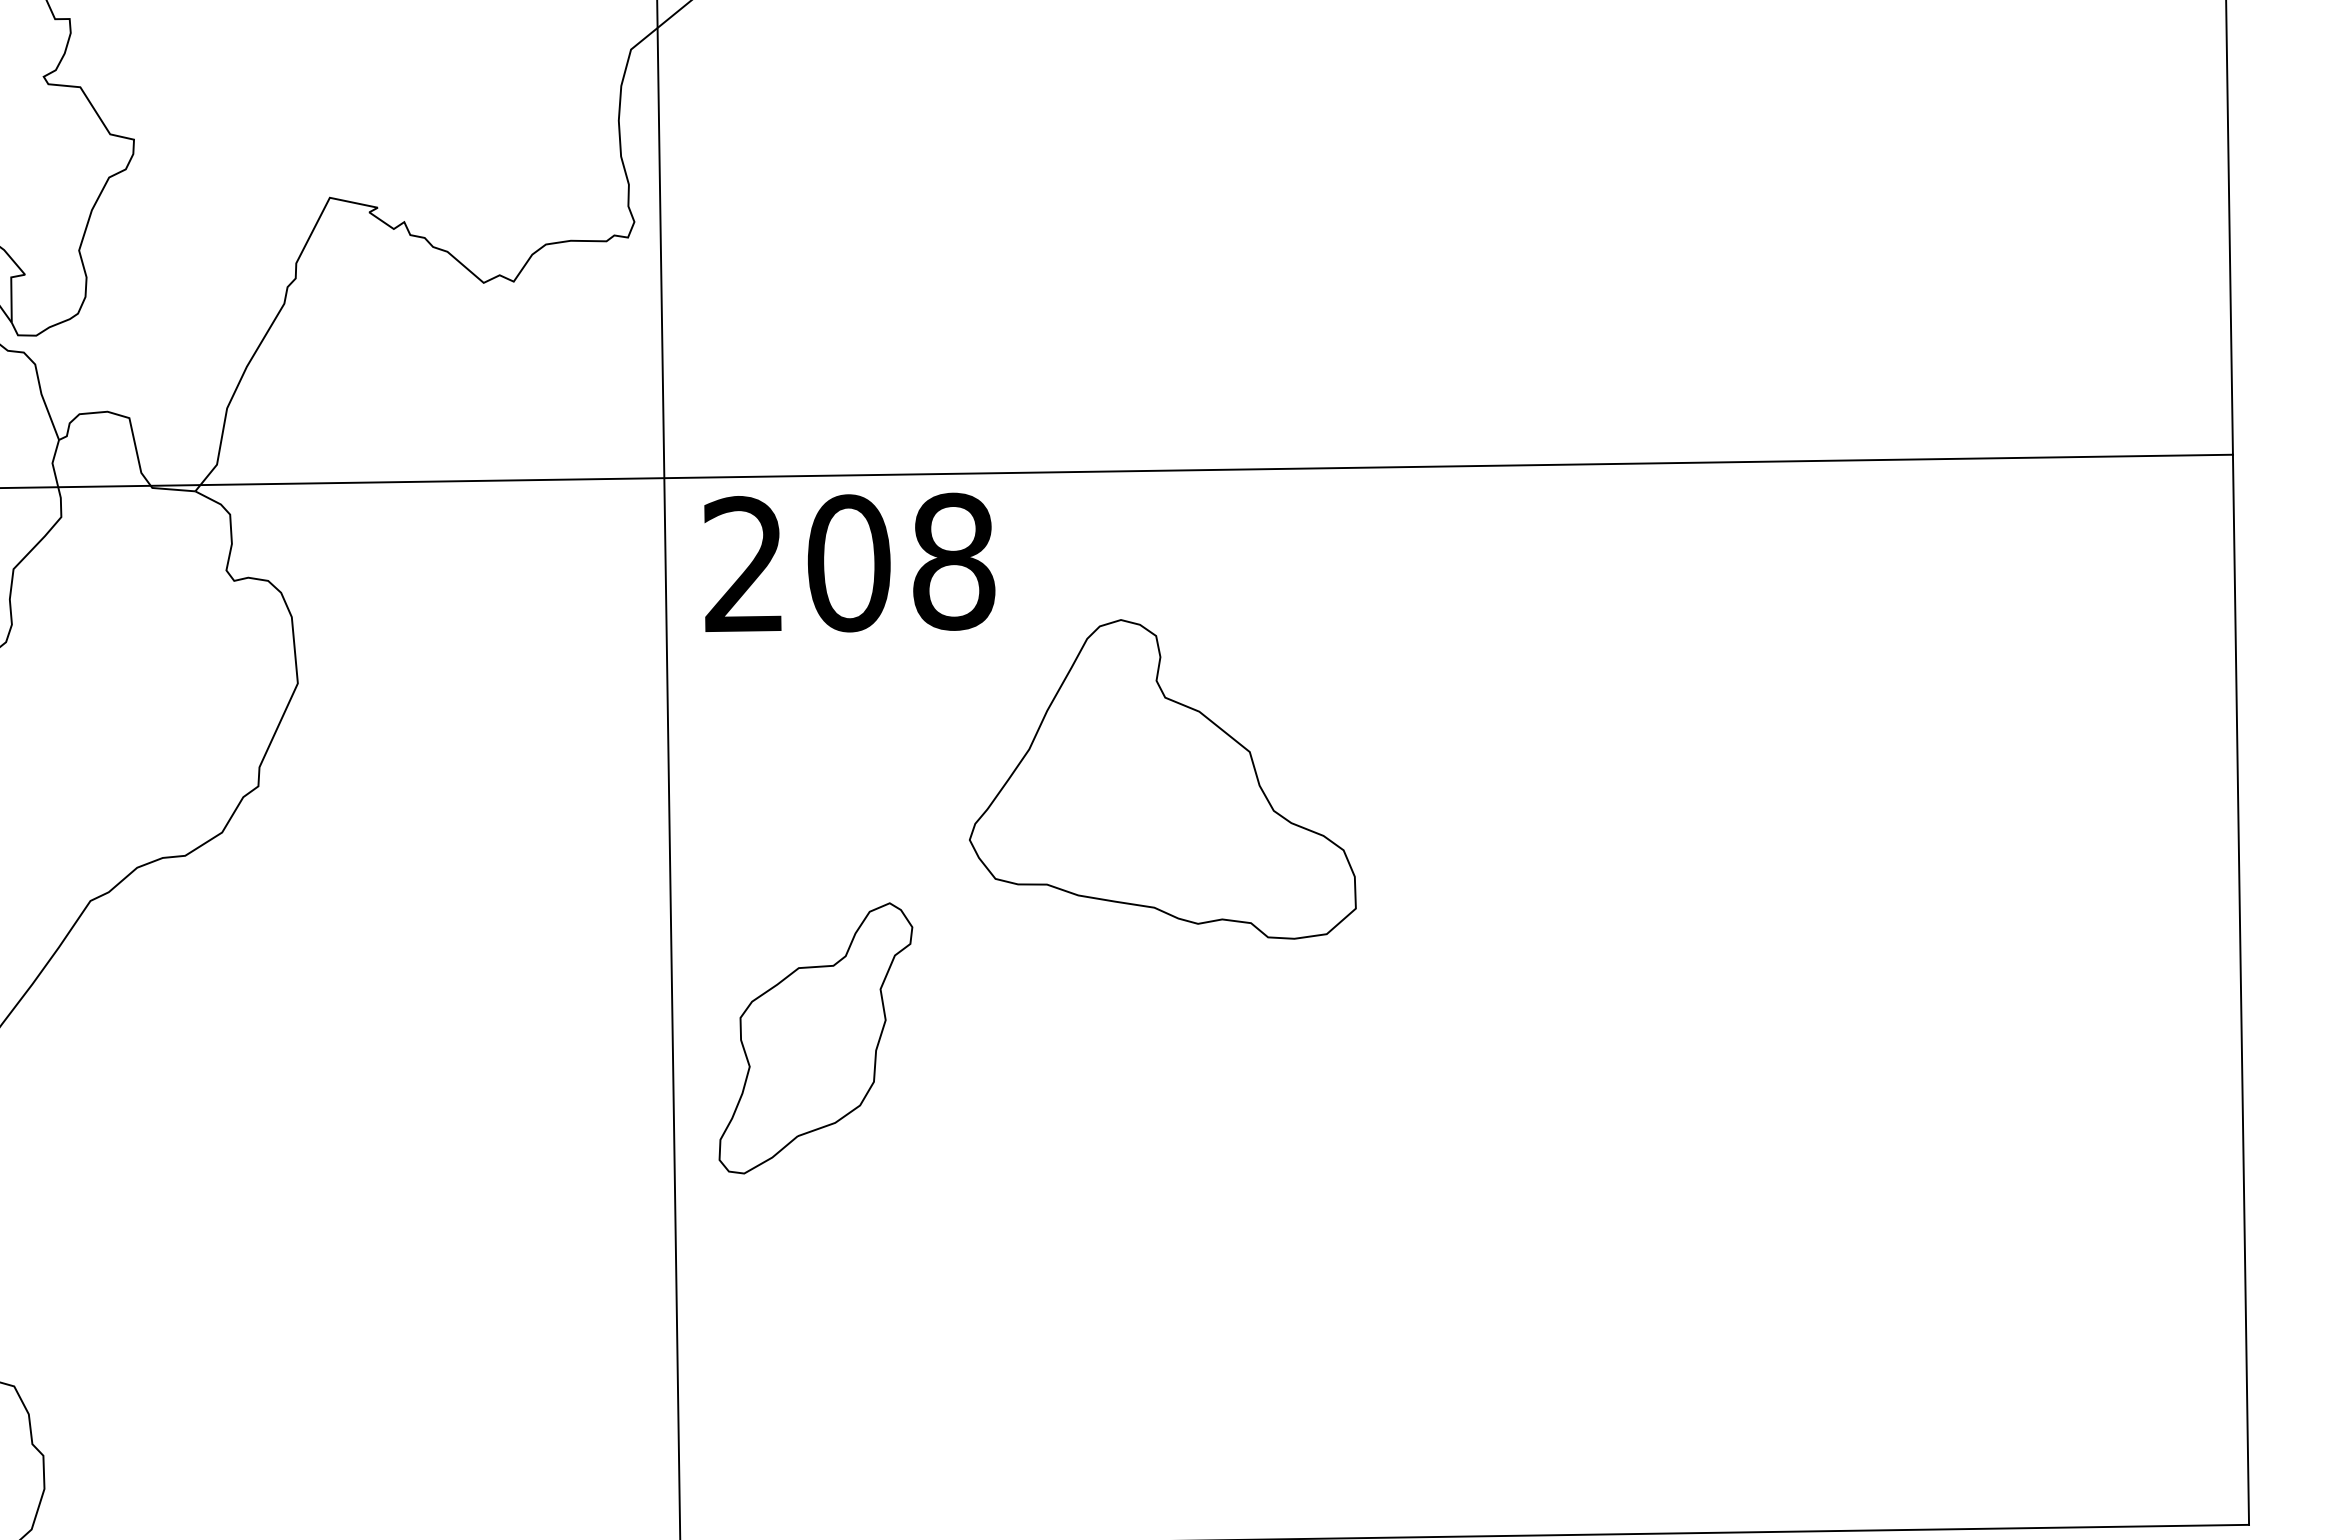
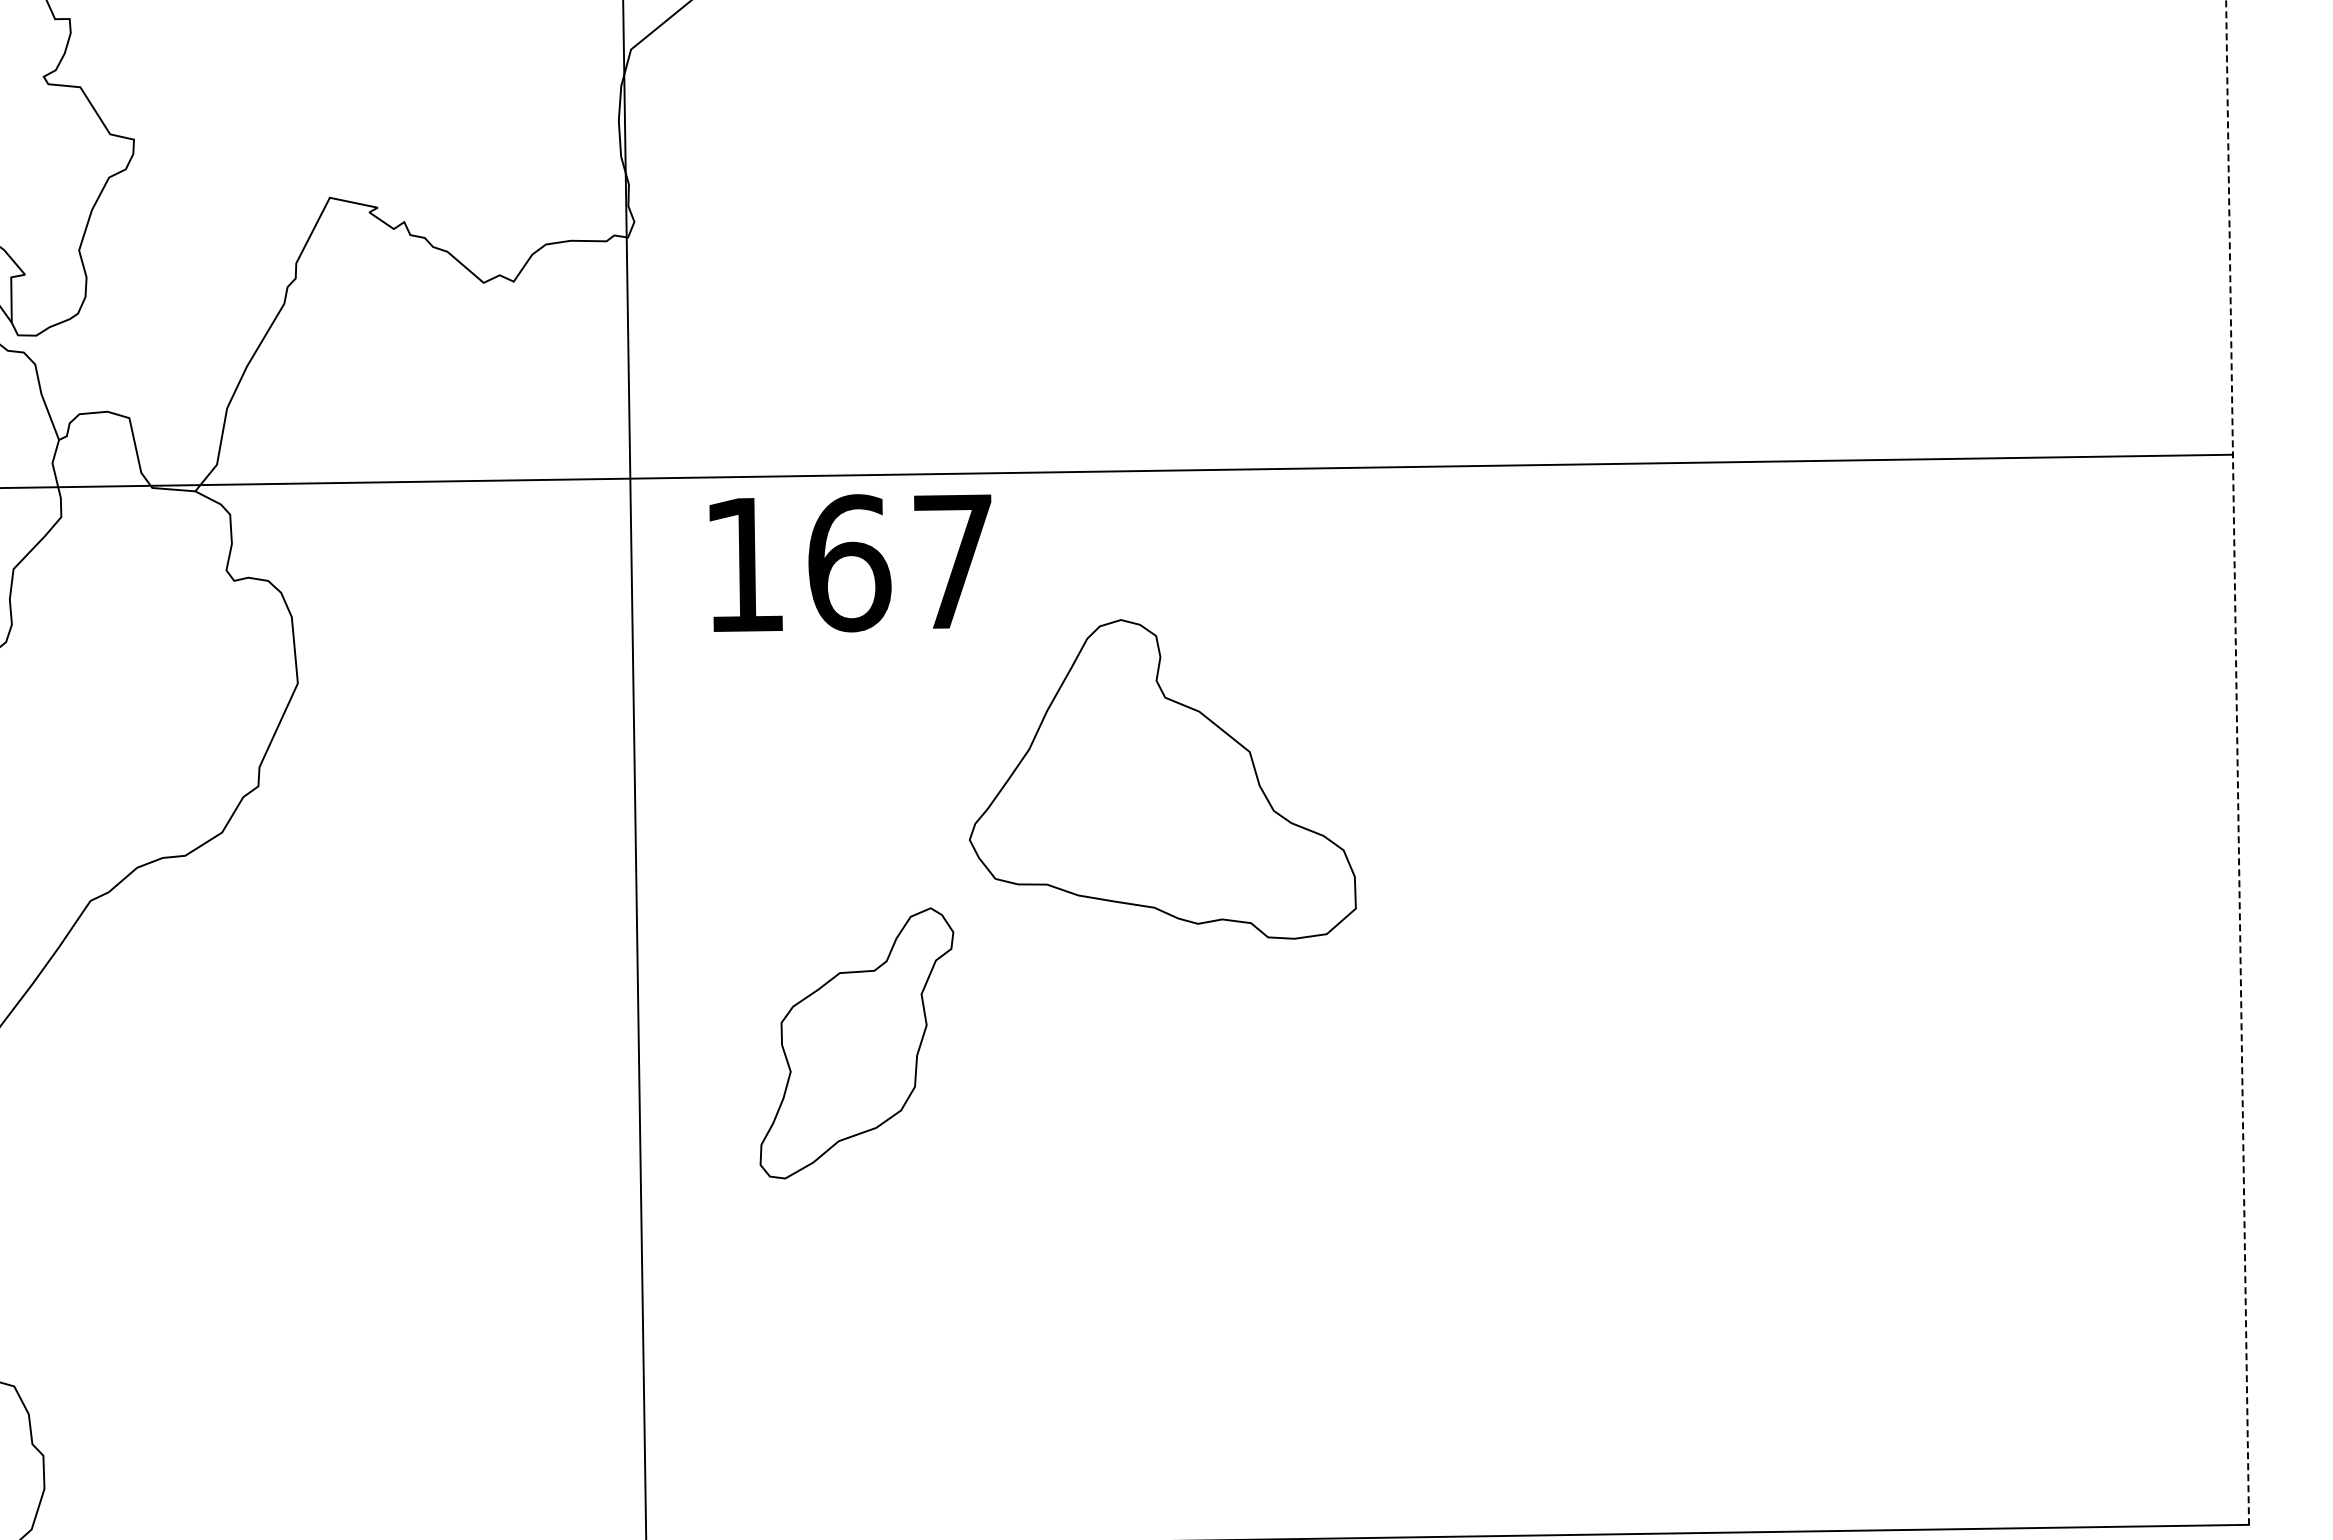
text at (849, 562): 208 -> 167
line at (2237, 763): solid -> dashed
line at (668, 769) position: (668, 769) -> (634, 769)
part at (815, 1038) position: (815, 1038) -> (856, 1043)
